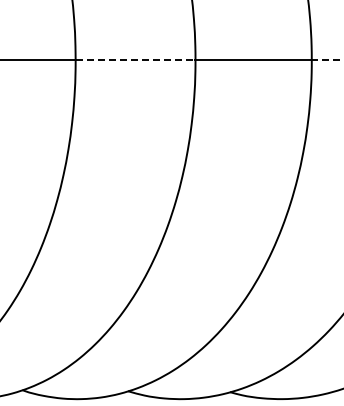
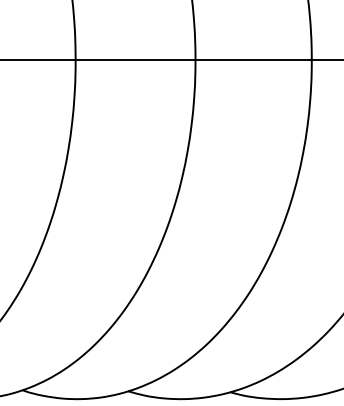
line at (135, 60): dashed -> solid
line at (327, 60): dashed -> solid
